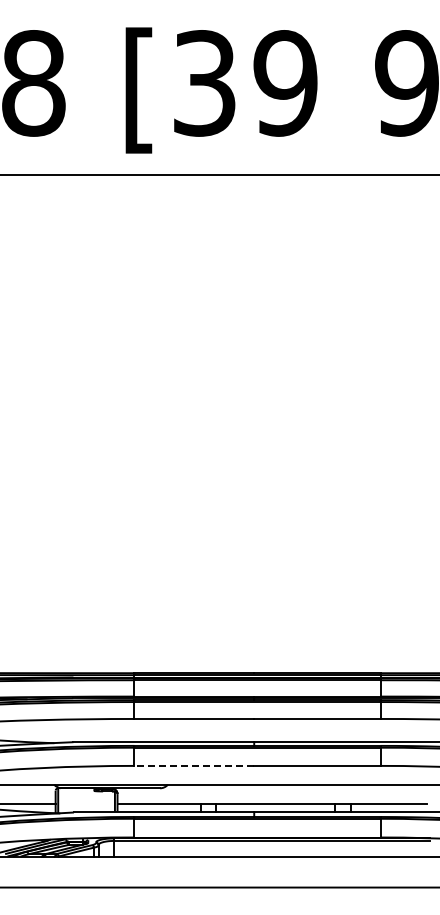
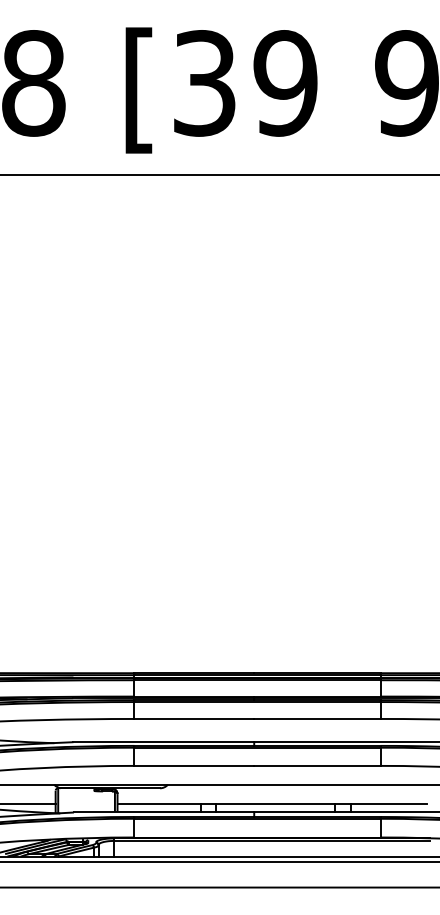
line at (194, 765): dashed -> solid
line at (219, 861): none -> present
